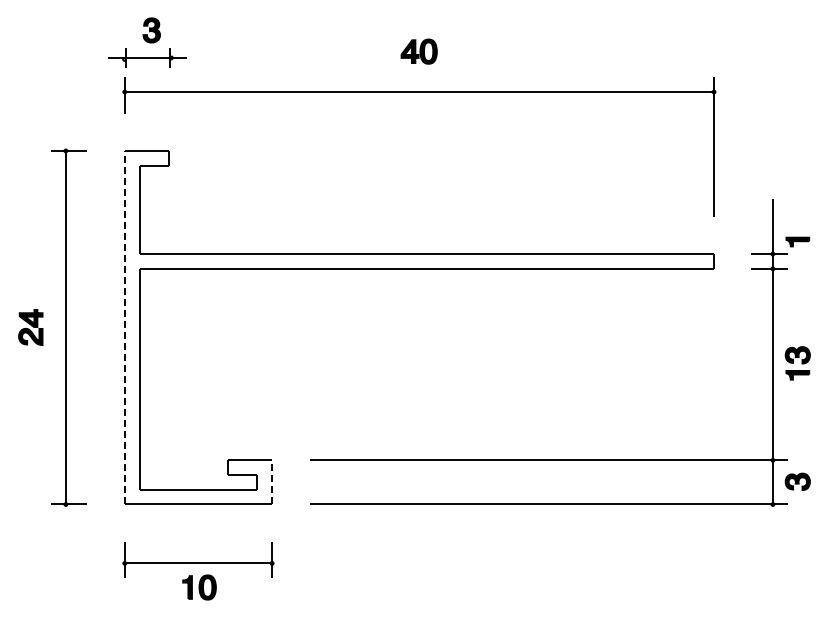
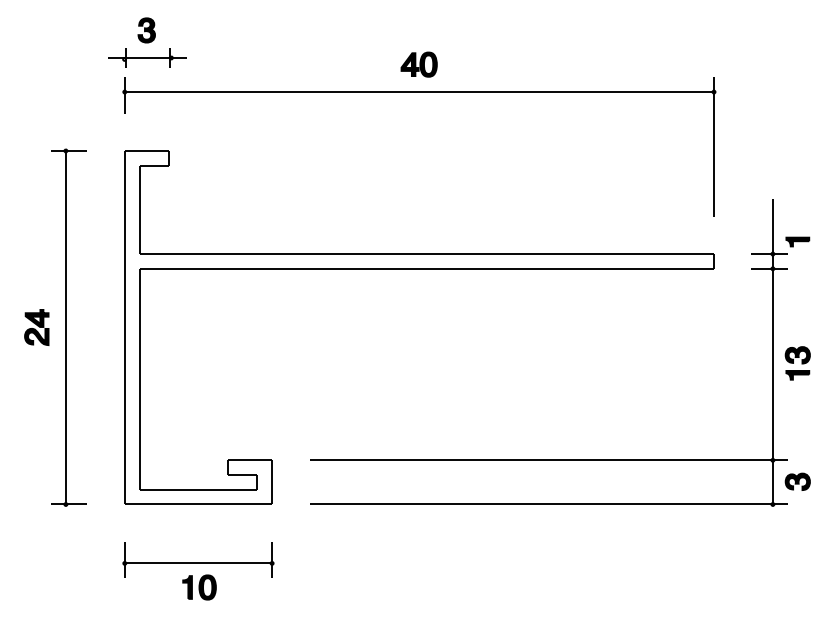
part at (151, 30) position: (151, 30) -> (146, 30)
part at (418, 51) position: (418, 51) -> (418, 64)
part at (30, 327) position: (30, 327) -> (36, 327)
line at (124, 327): dashed -> solid
line at (272, 481): dashed -> solid
